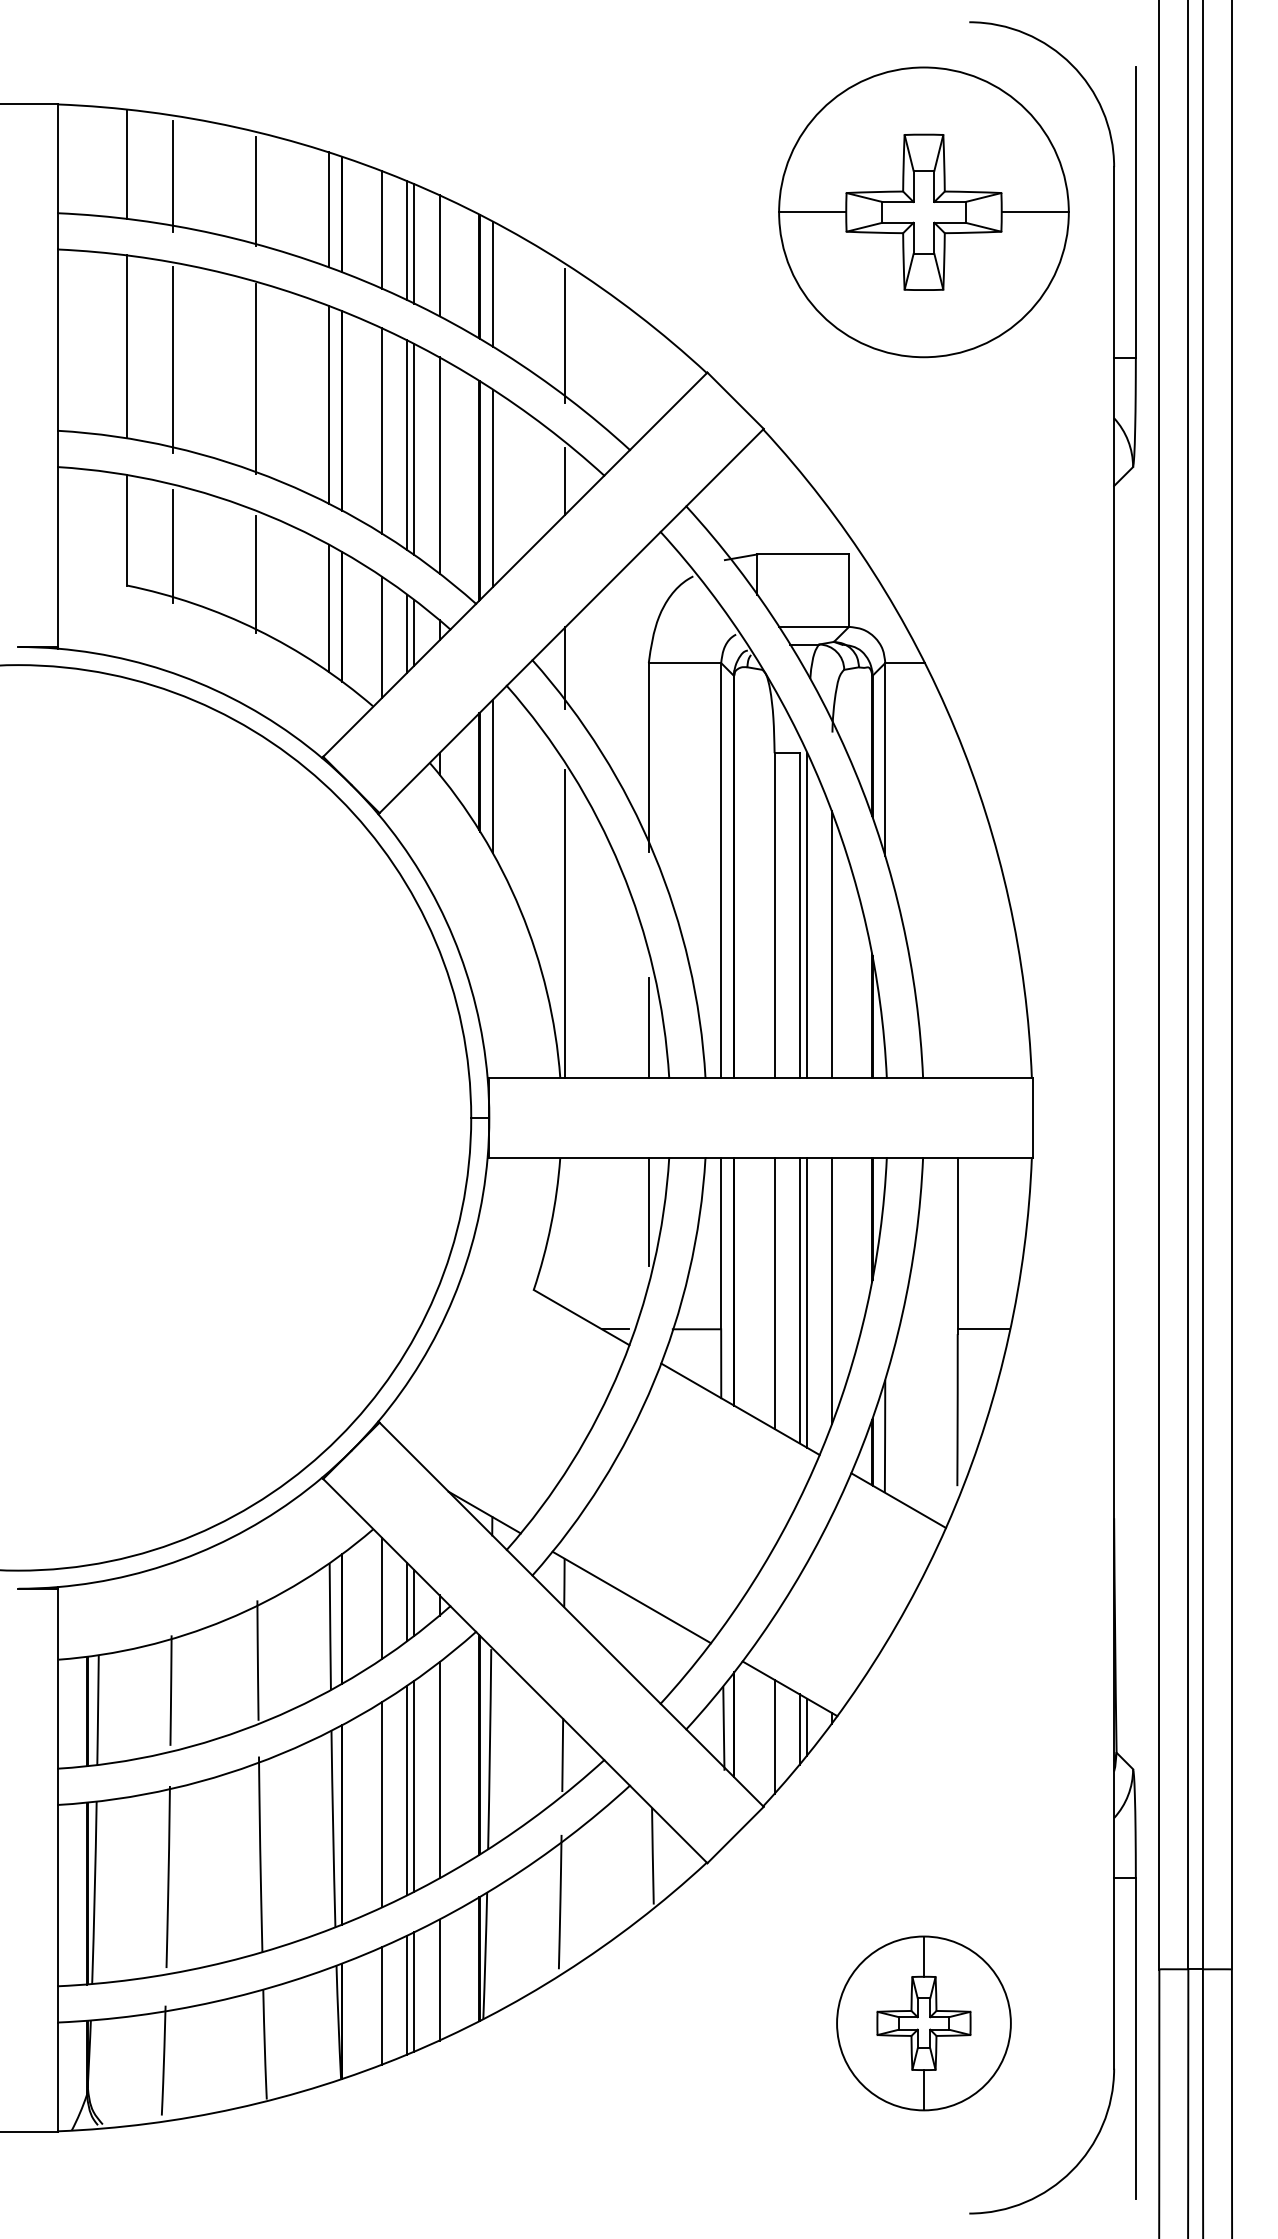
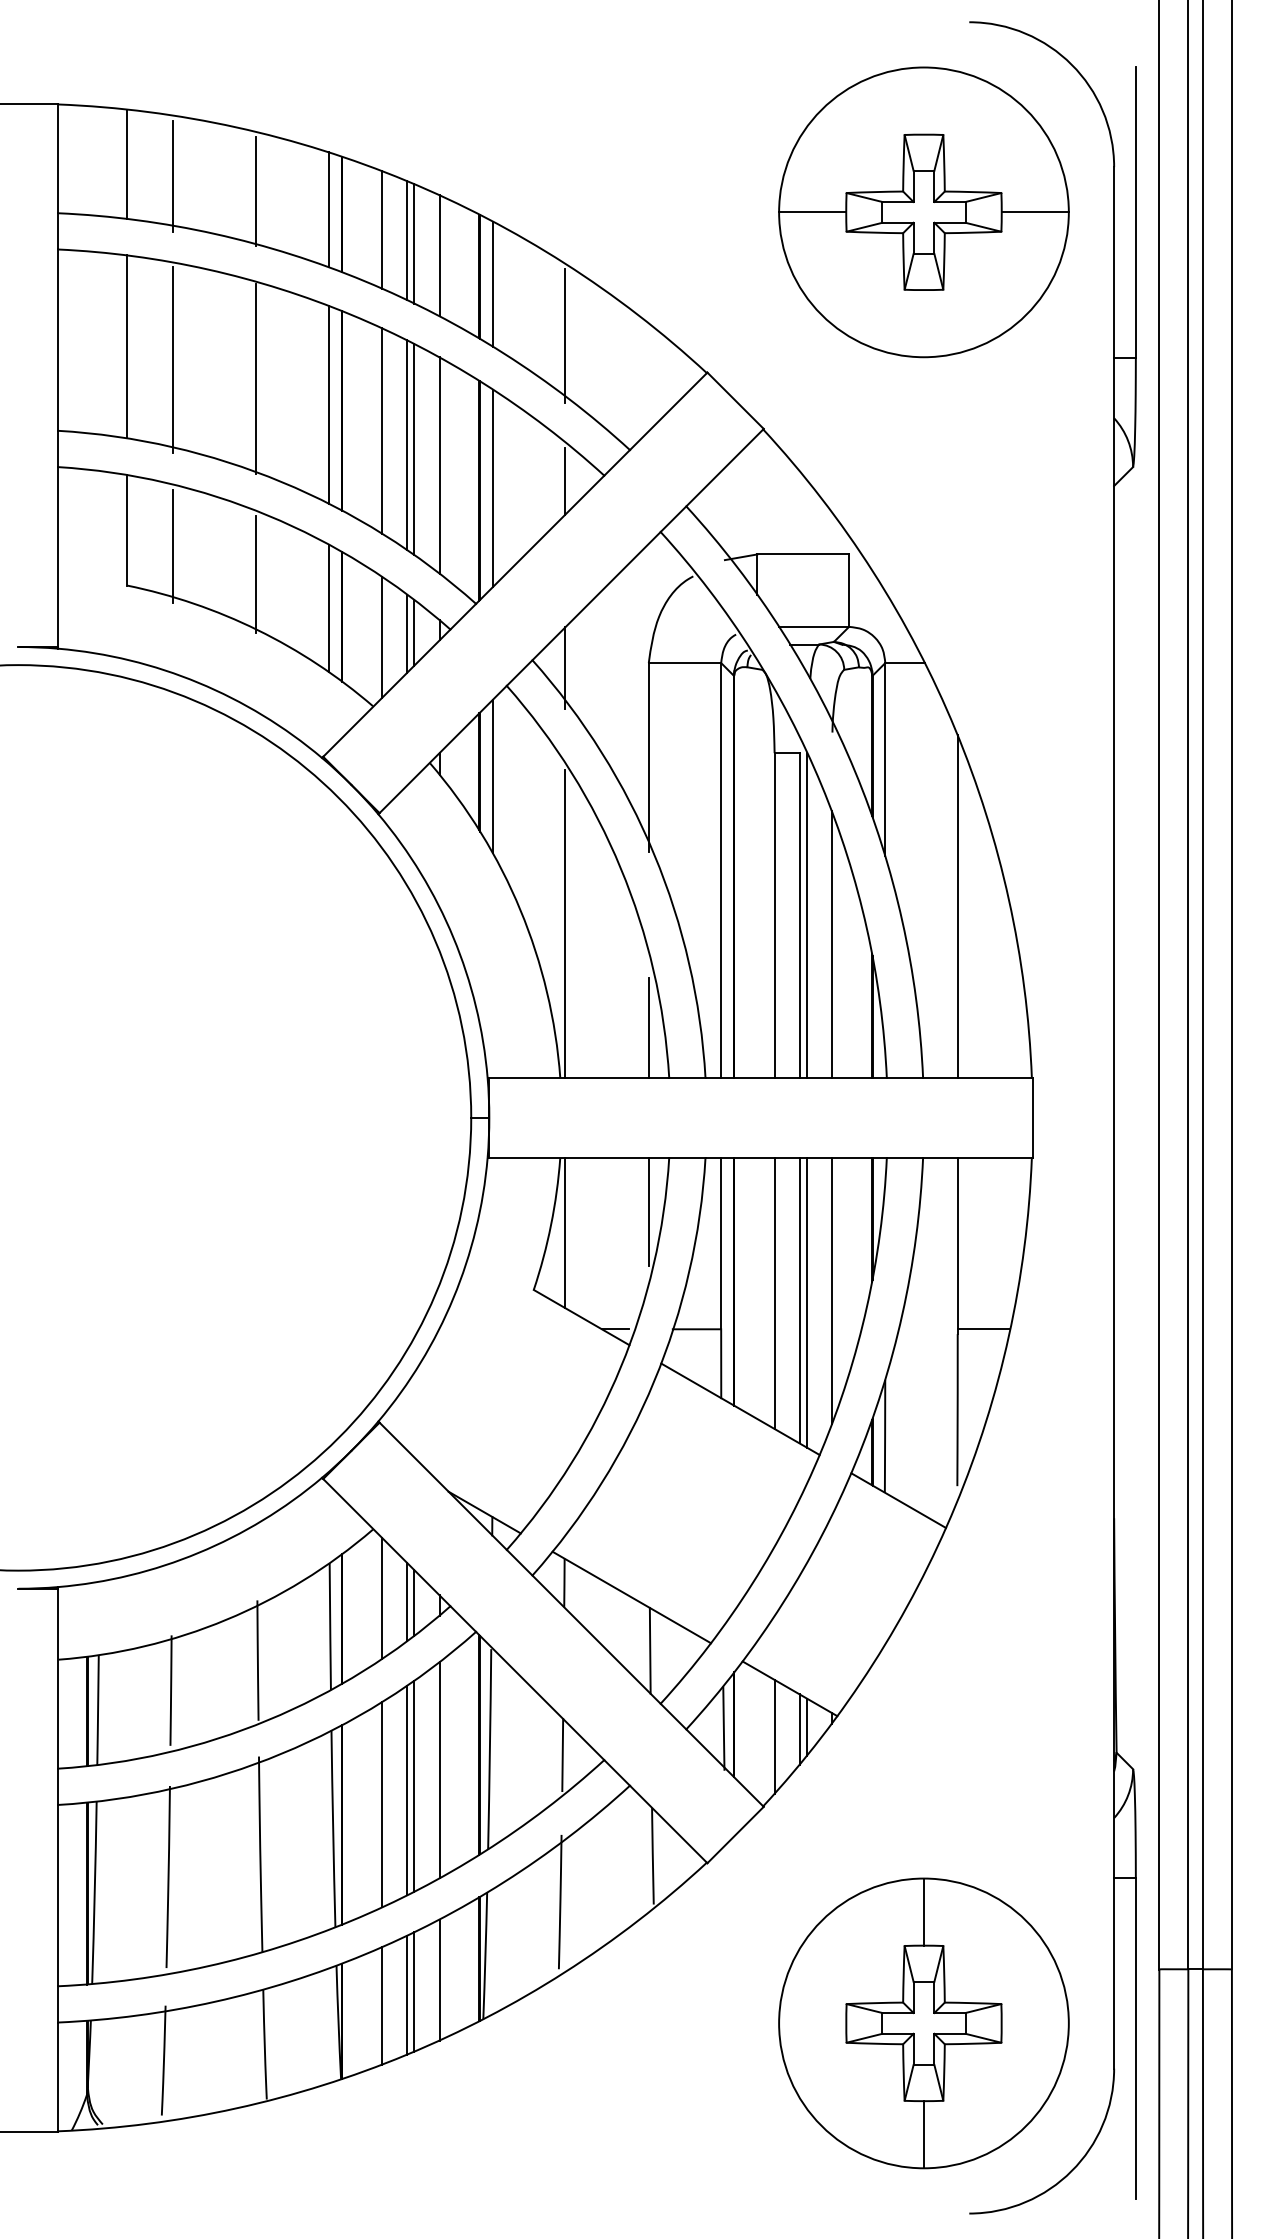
line at (957, 906): none -> present
line at (565, 1232): none -> present
line at (649, 1650): none -> present
part at (923, 2023) size: 176x177 px -> 292x293 px
